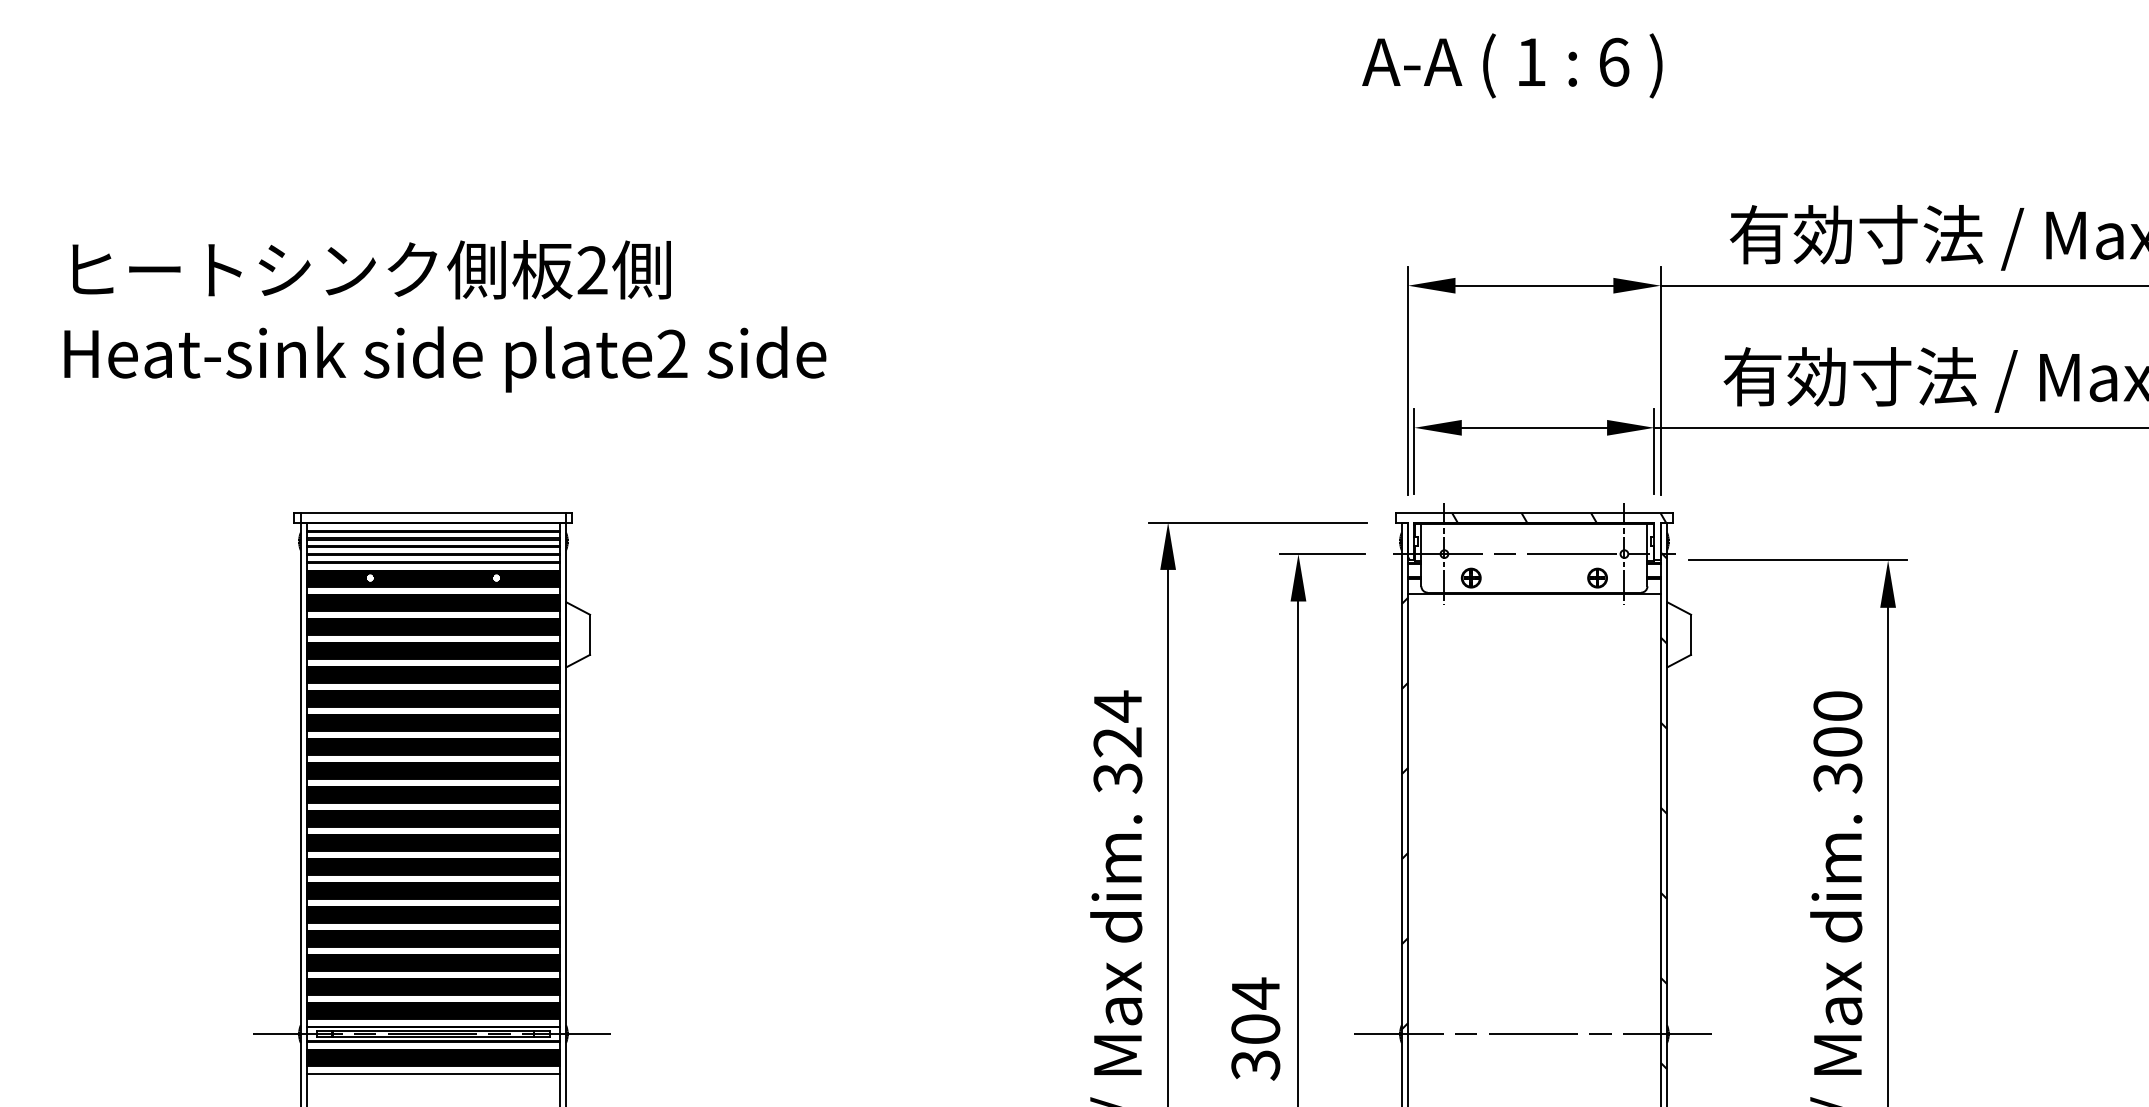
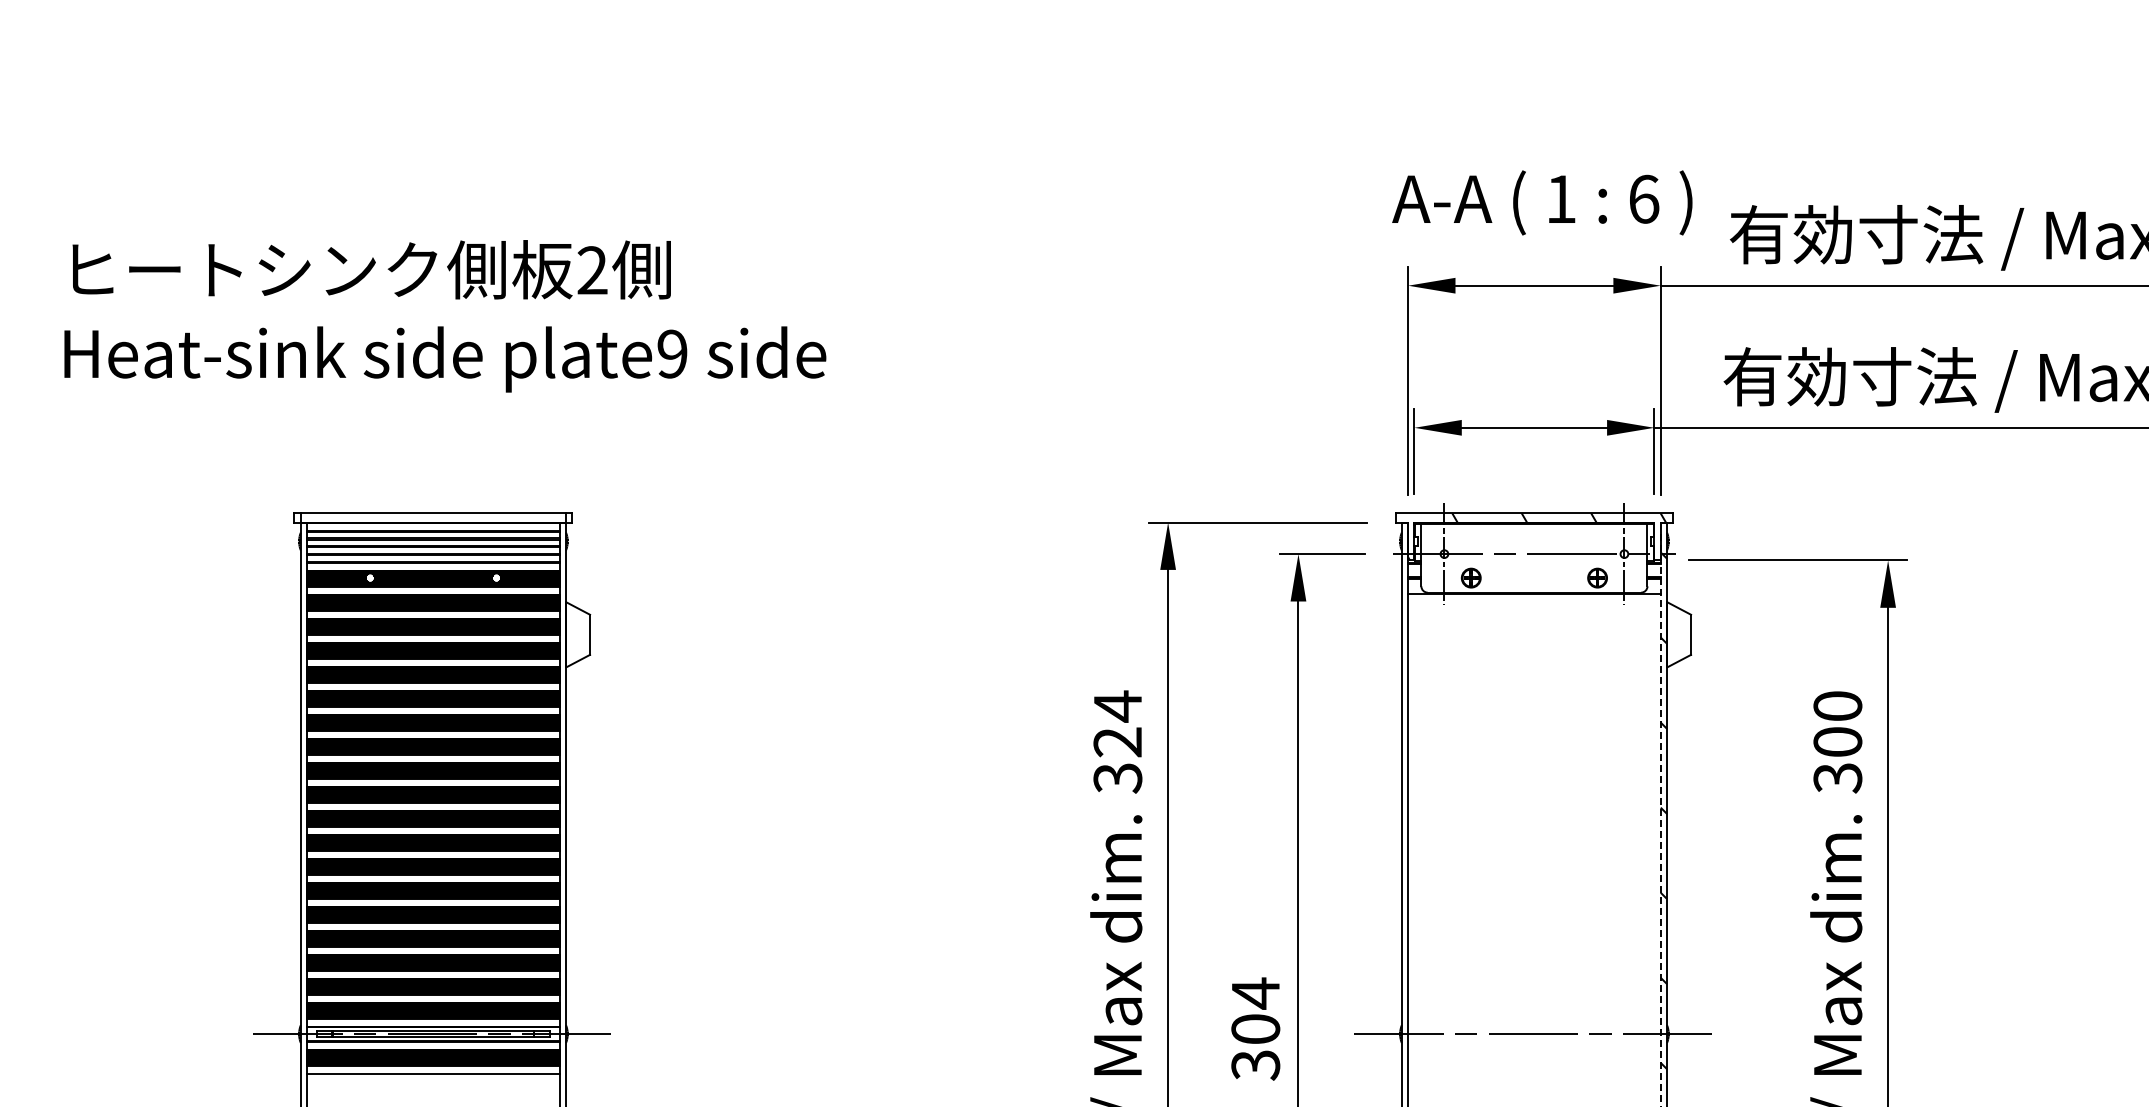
text at (1512, 65) position: (1512, 65) -> (1542, 202)
text at (672, 354): plate2 -> plate9
hatch at (1404, 813): present -> none
line at (1660, 815): solid -> dashed
